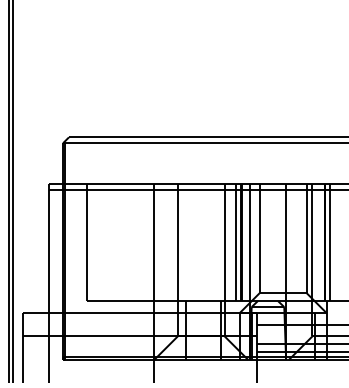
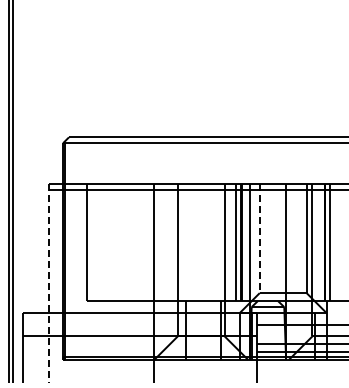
line at (259, 239): solid -> dashed
line at (49, 284): solid -> dashed
